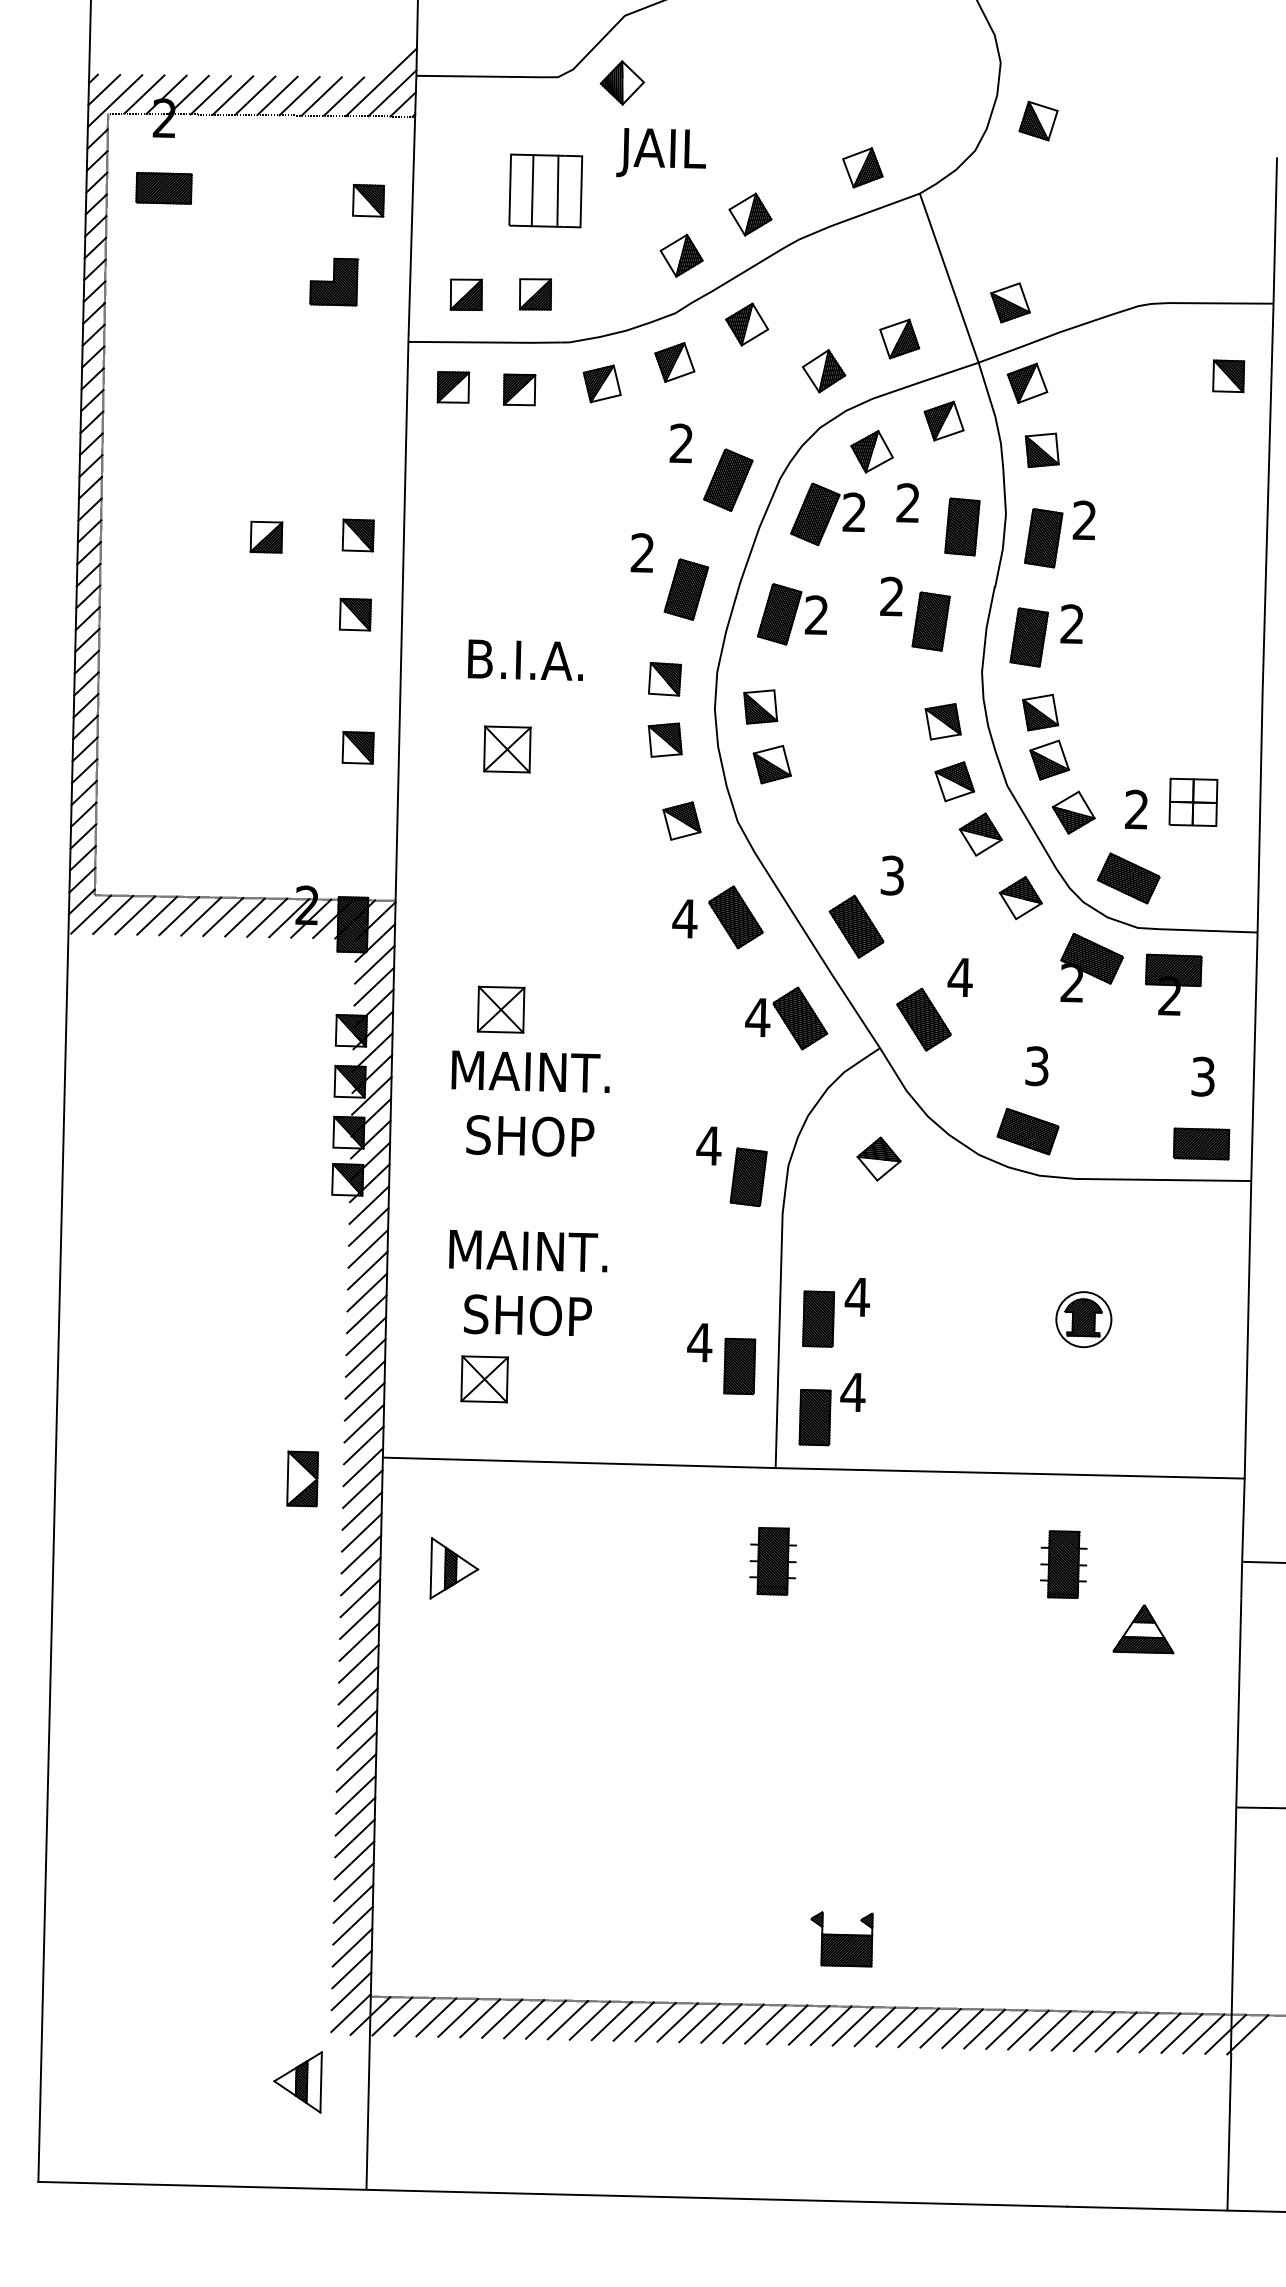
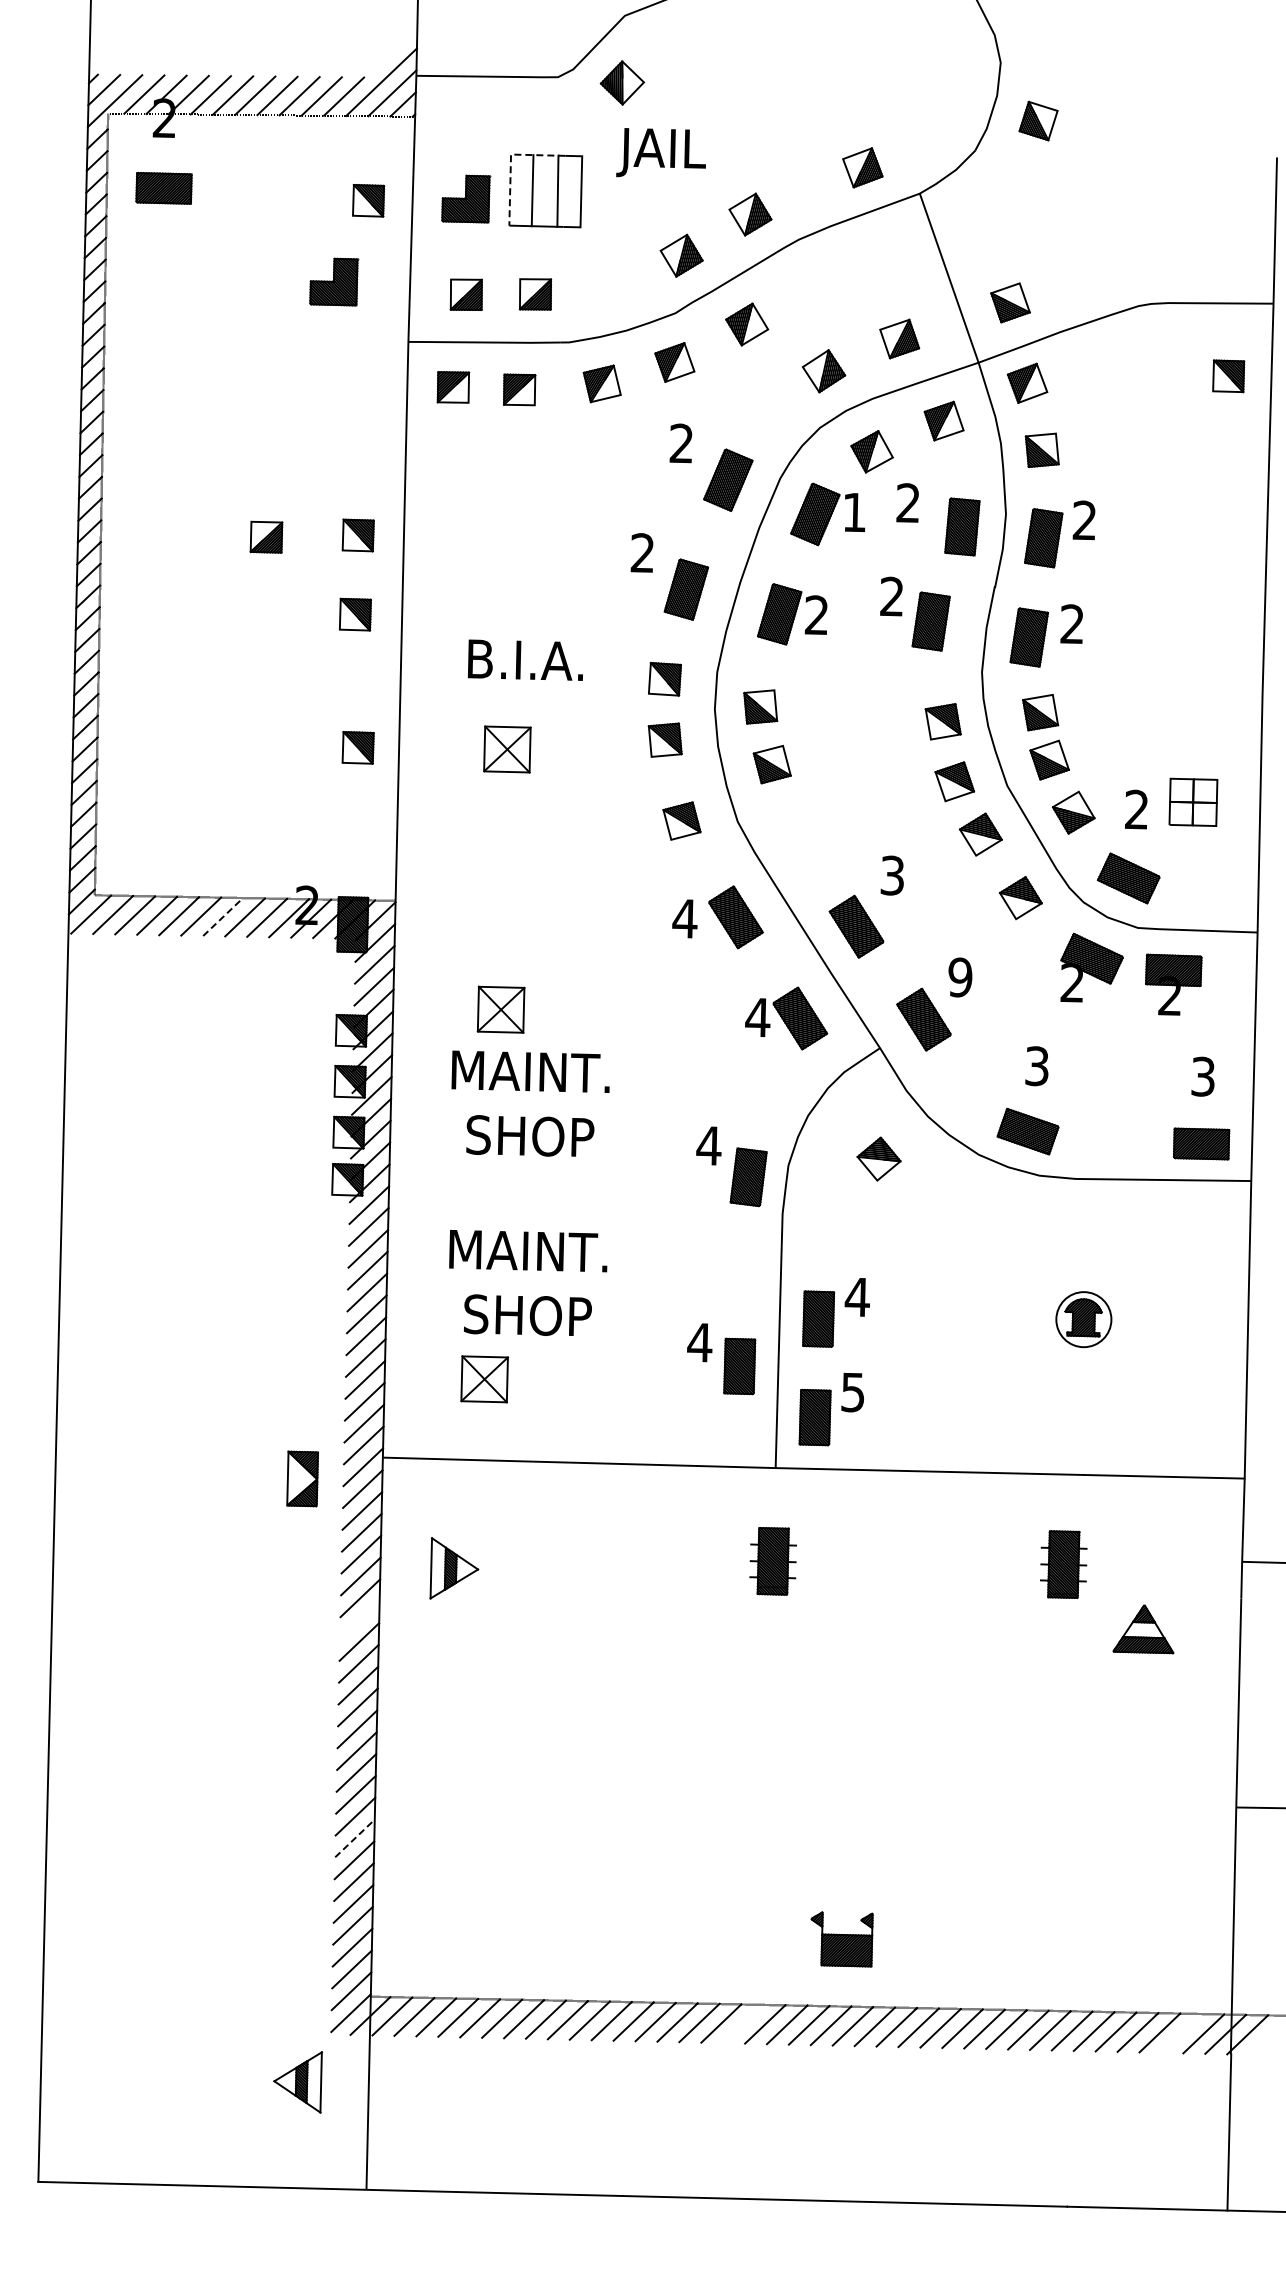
line at (510, 162): solid -> dashed
part at (466, 198): none -> present
text at (853, 511): 2 -> 1
line at (223, 916): solid -> dashed
text at (959, 977): 4 -> 9
text at (852, 1392): 4 -> 5
line at (359, 1619): present -> none
line at (355, 1838): solid -> dashed
line at (743, 2023): present -> none
line at (1181, 2033): present -> none
